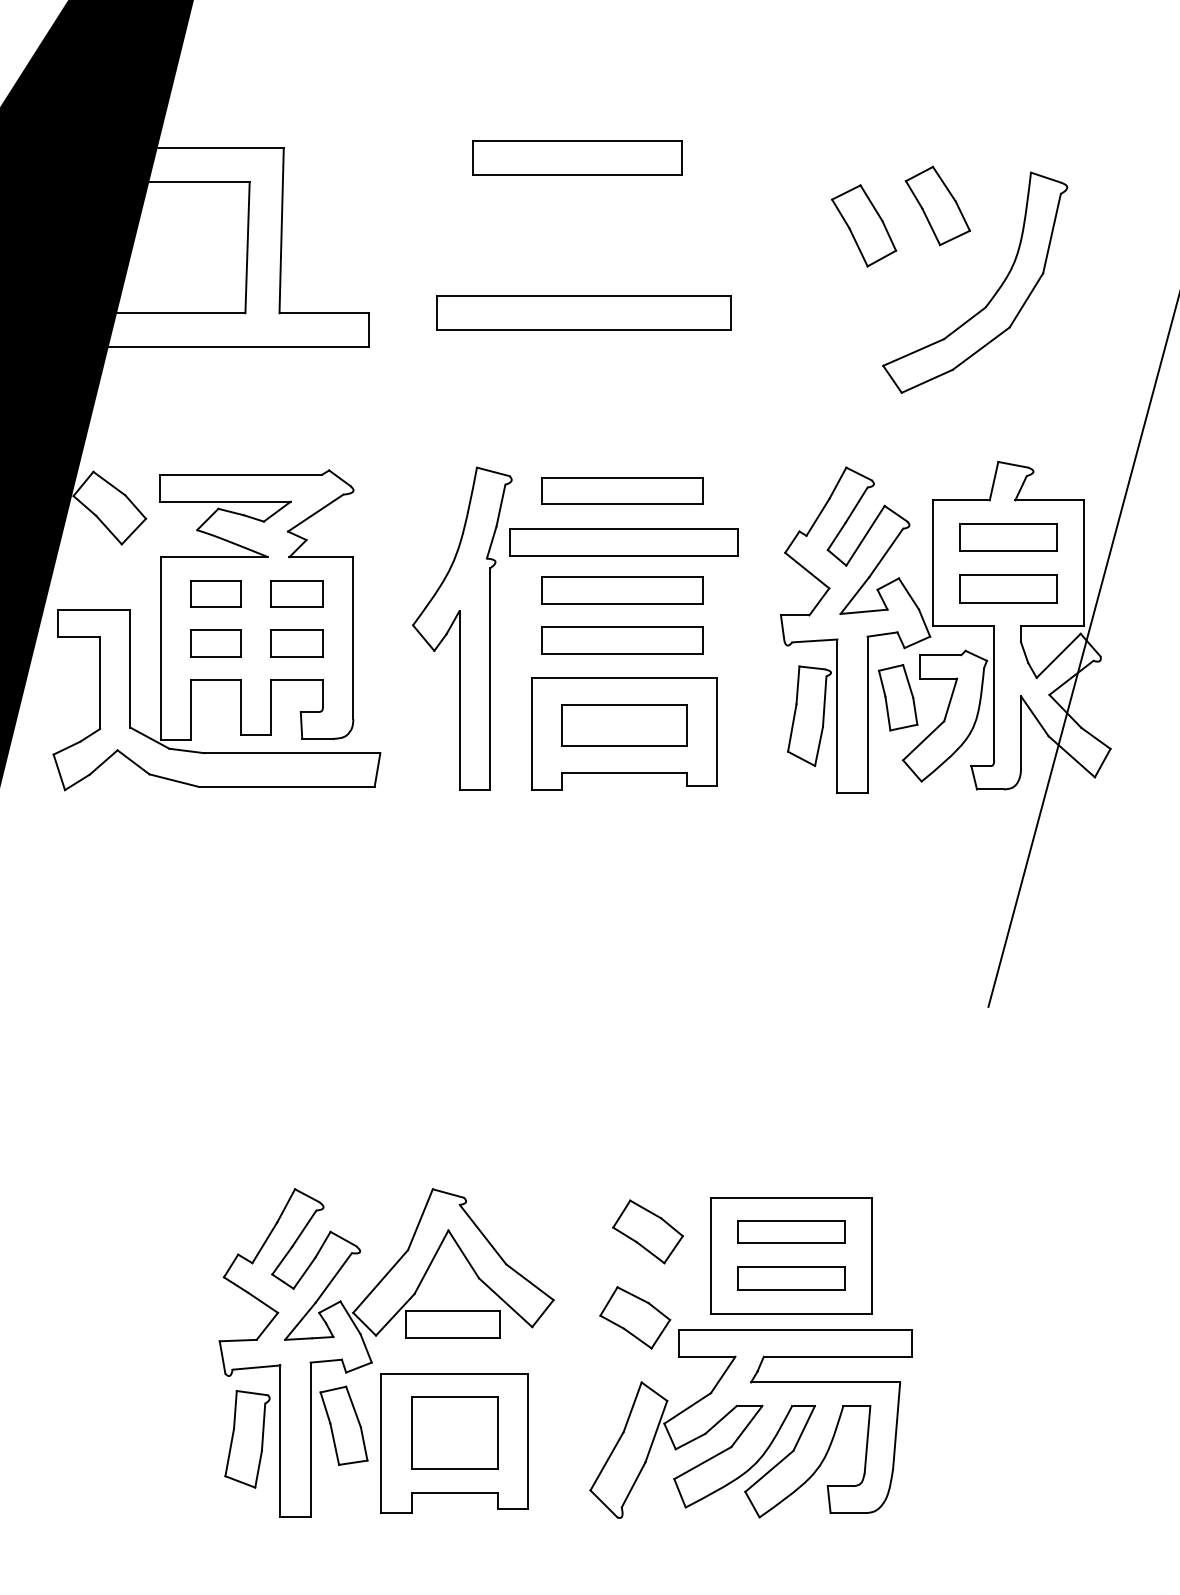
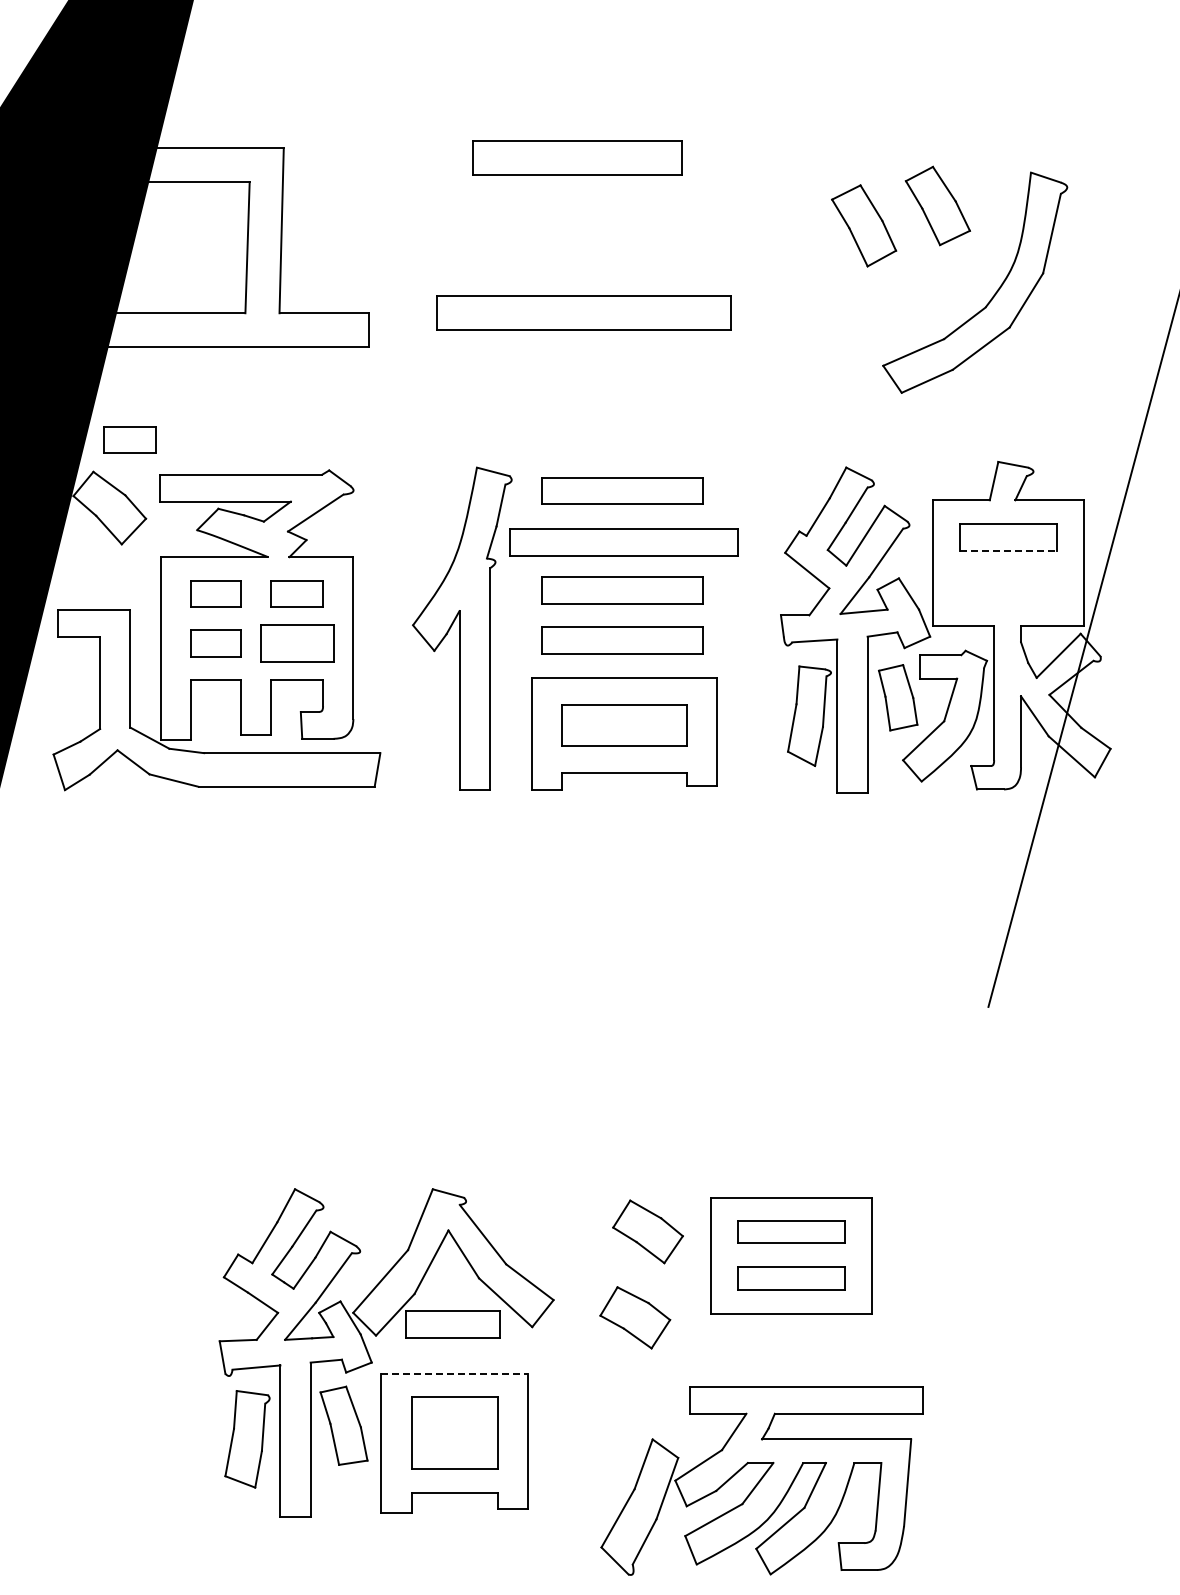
part at (129, 439): none -> present
line at (1008, 551): solid -> dashed
part at (1008, 588): present -> none
part at (296, 643) size: 54x29 px -> 75x39 px
line at (455, 1373): solid -> dashed
part at (750, 1423) position: (750, 1423) -> (761, 1480)
